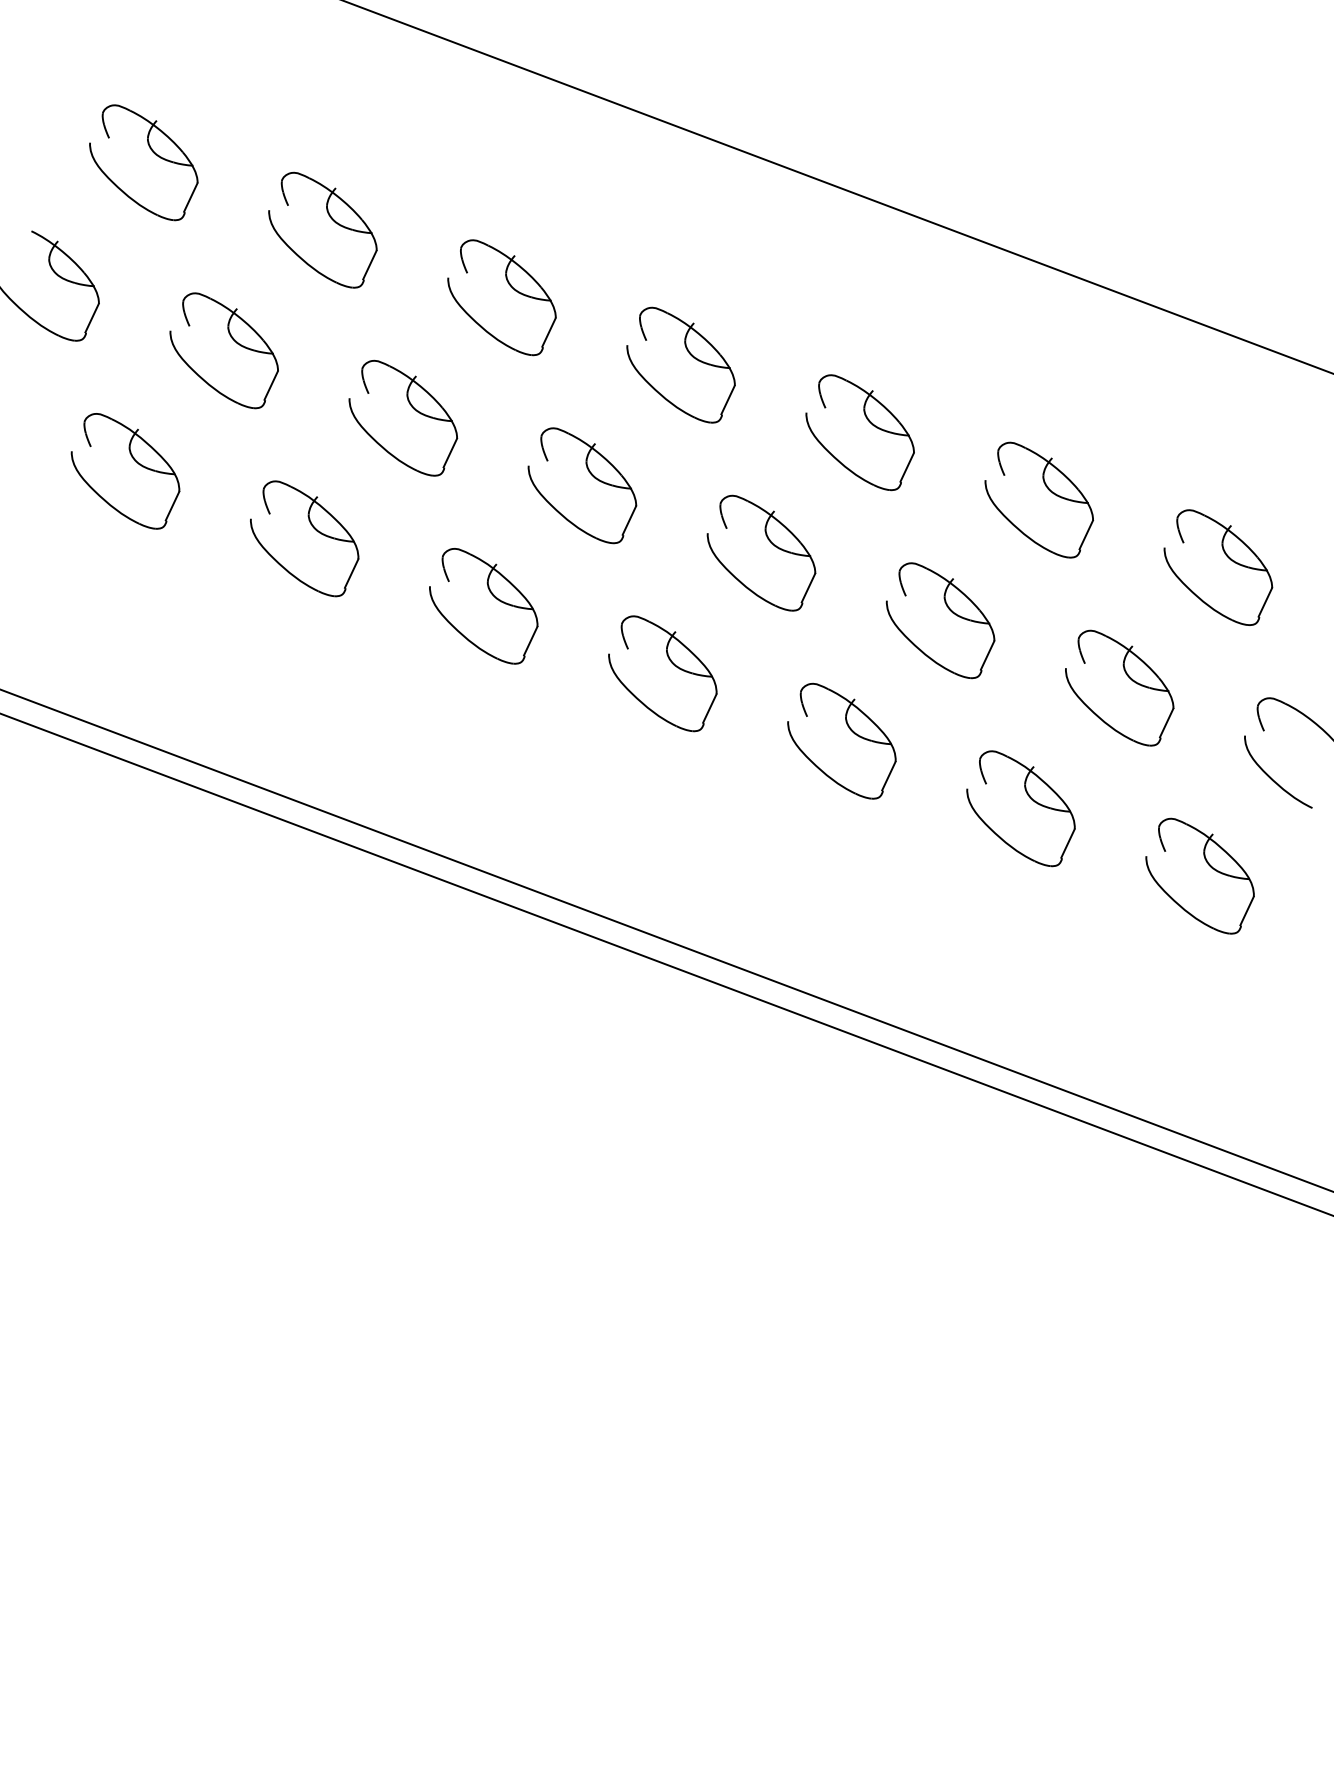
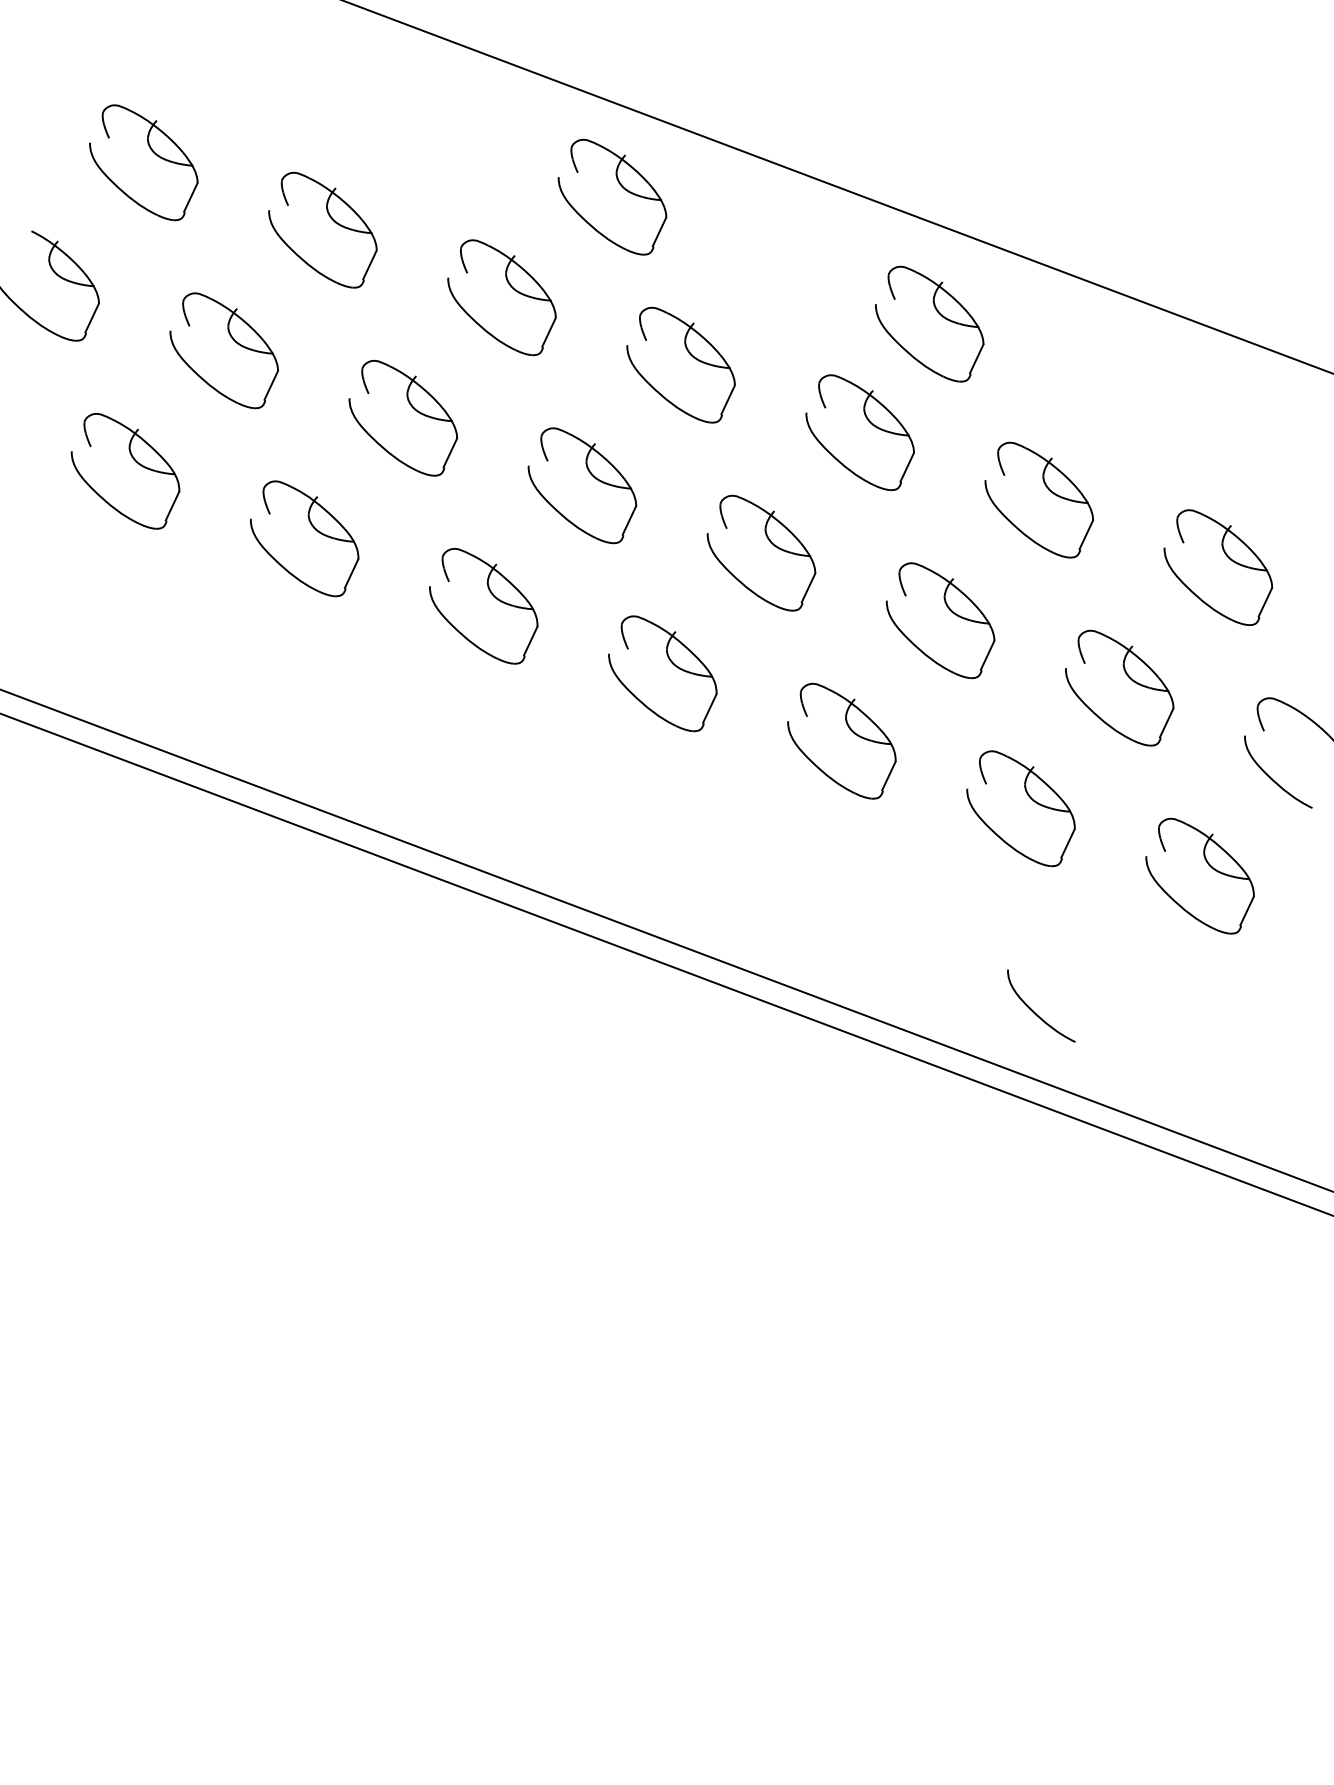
part at (621, 186): none -> present
part at (938, 313): none -> present
curve at (1034, 1011): none -> present
